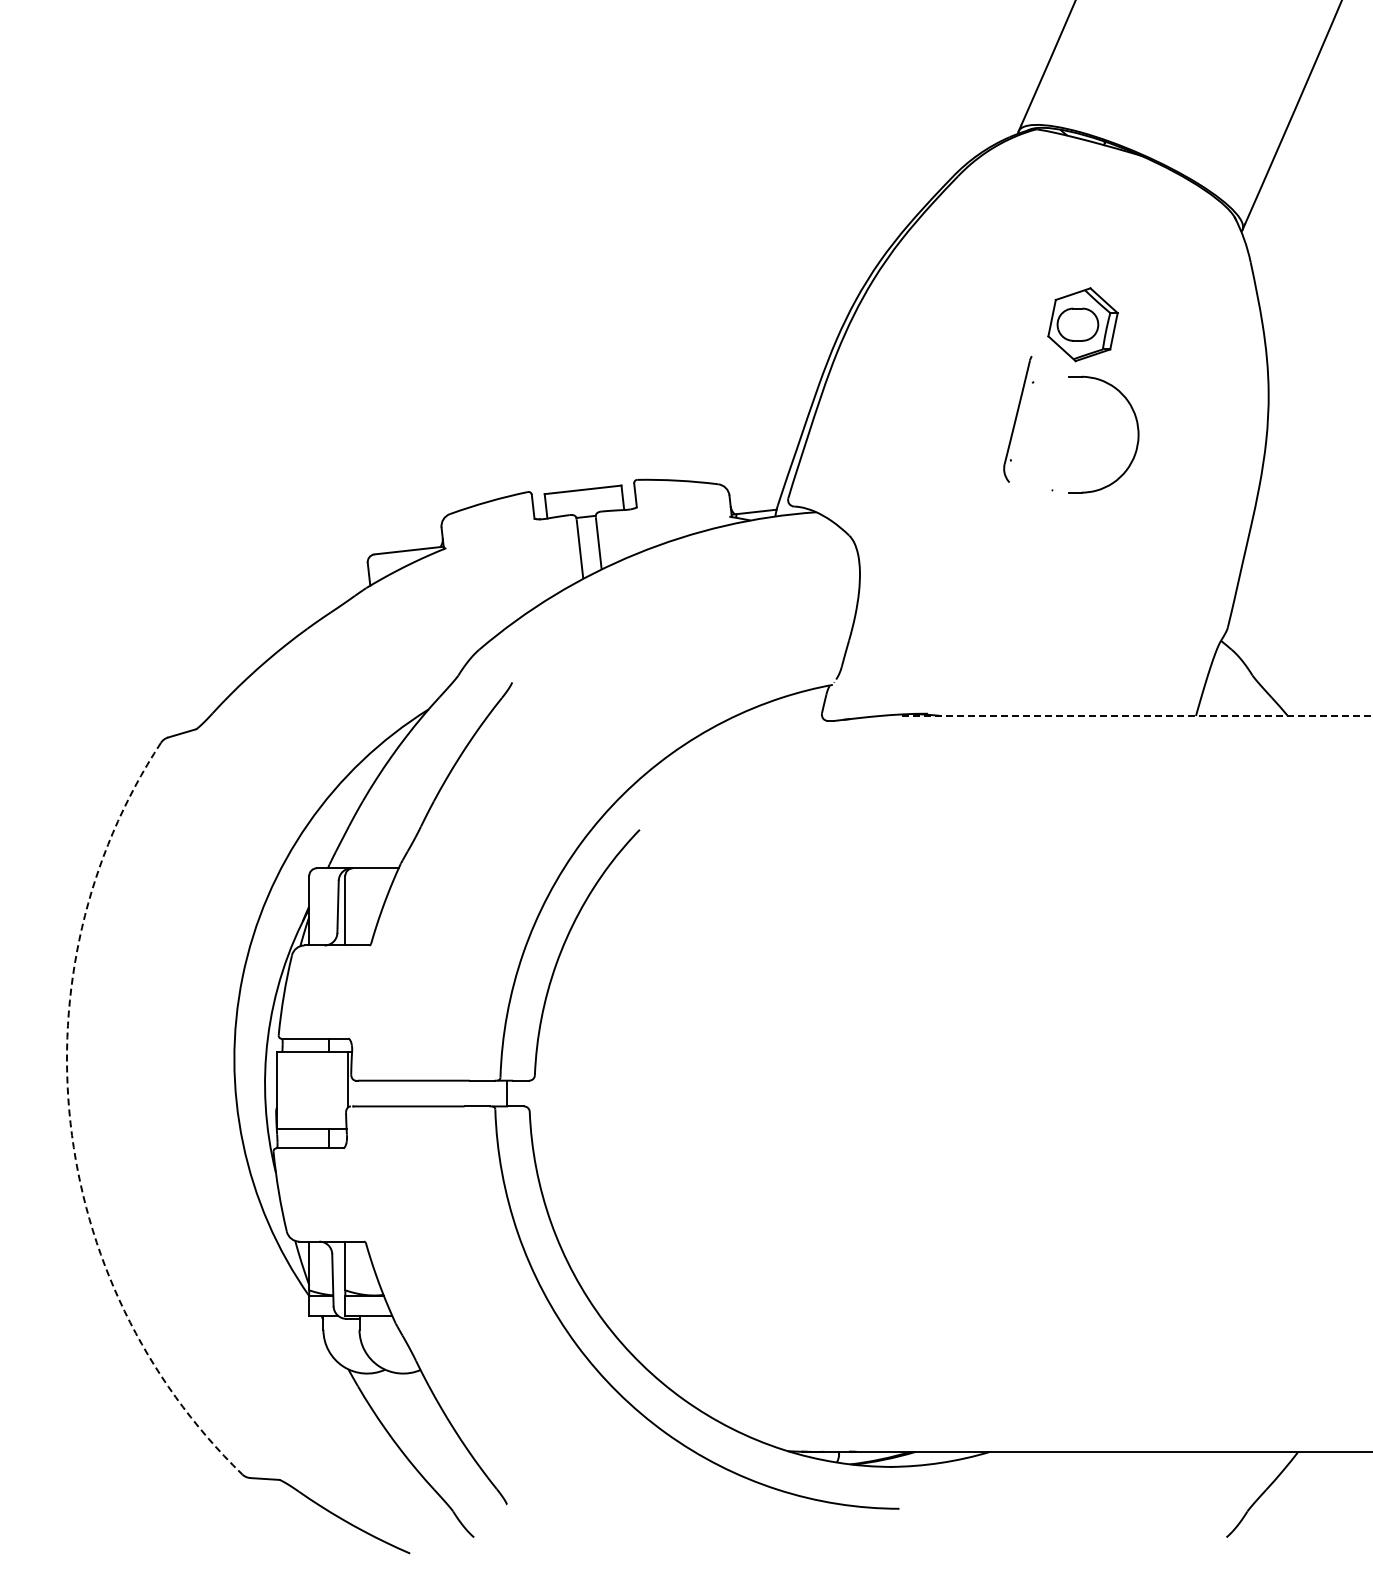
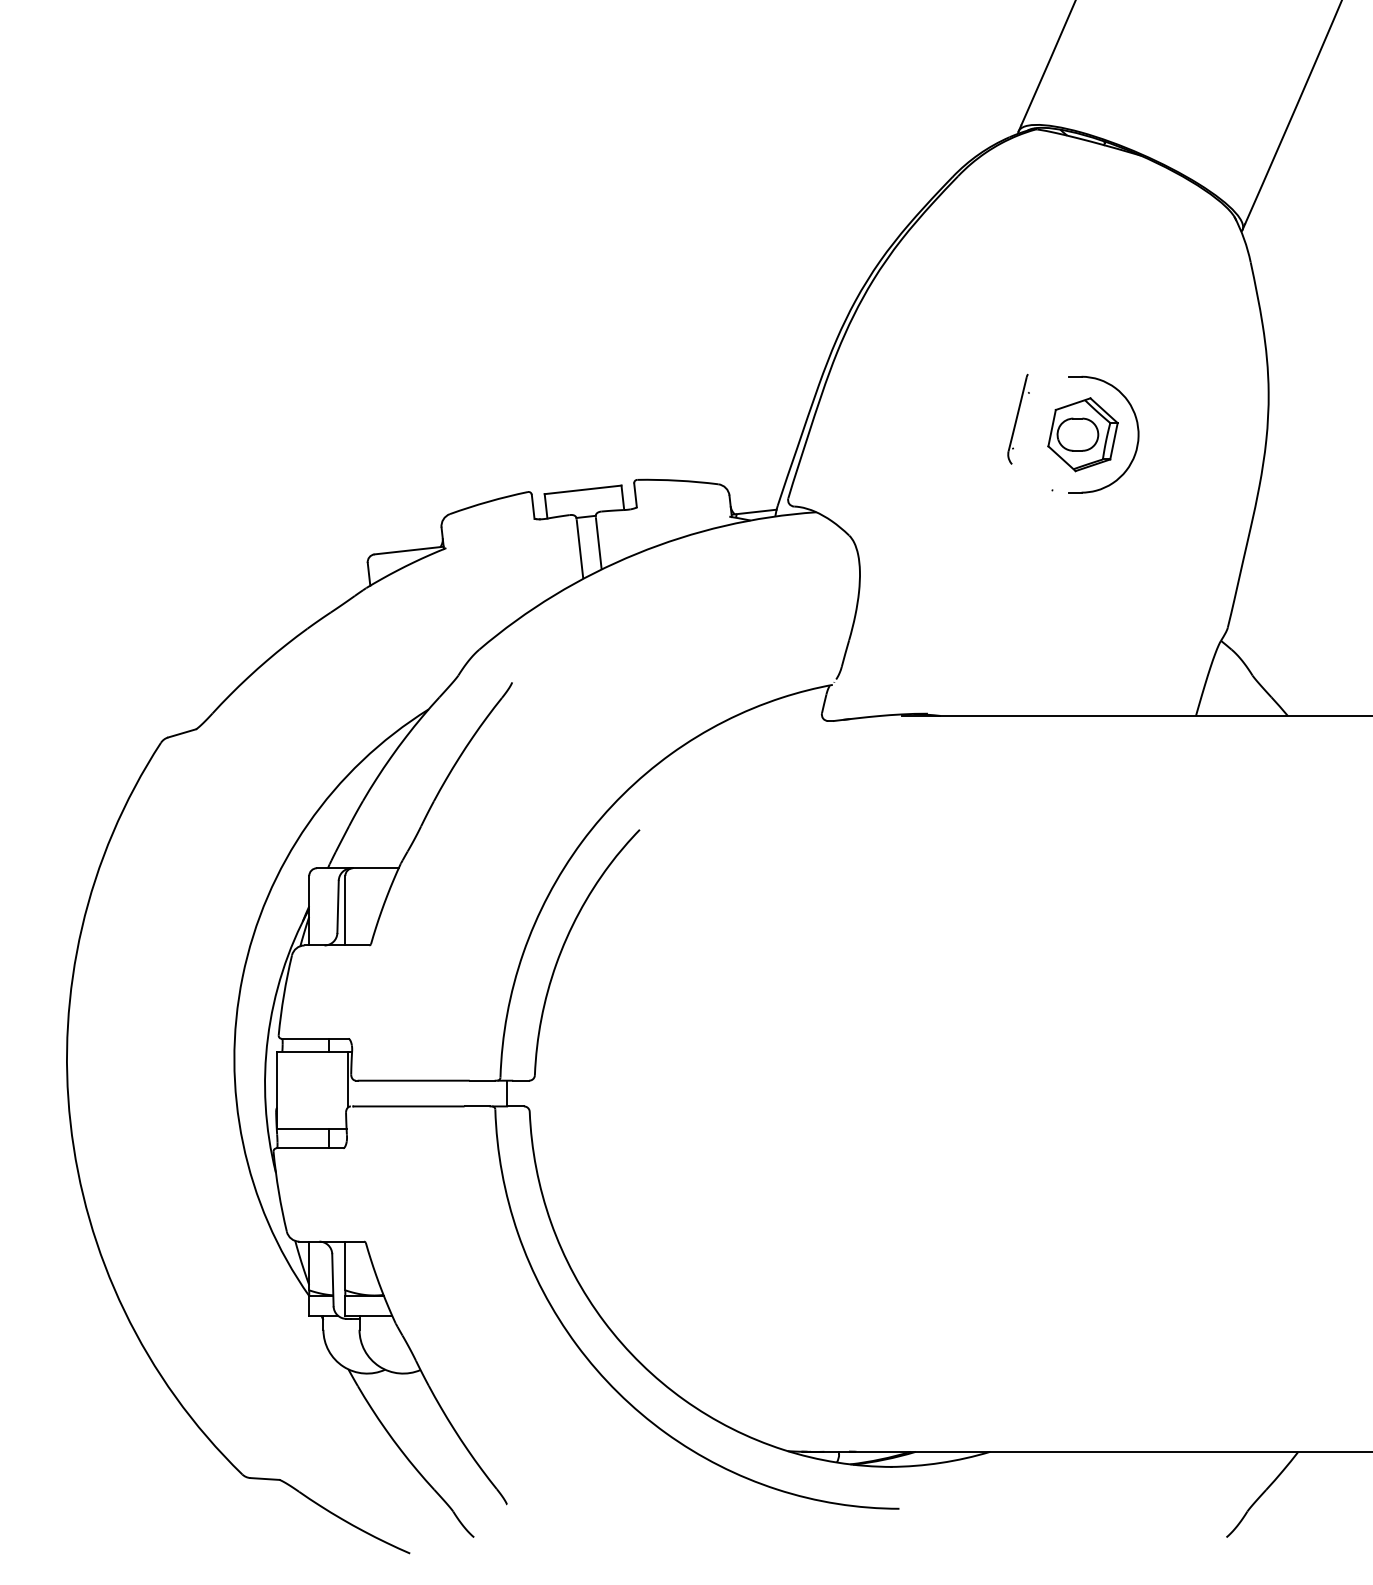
part at (1082, 324) position: (1082, 324) -> (1082, 434)
part at (1018, 419) size: 32x127 px -> 23x92 px
line at (1137, 716): dashed -> solid
arc at (70, 1123): dashed -> solid
